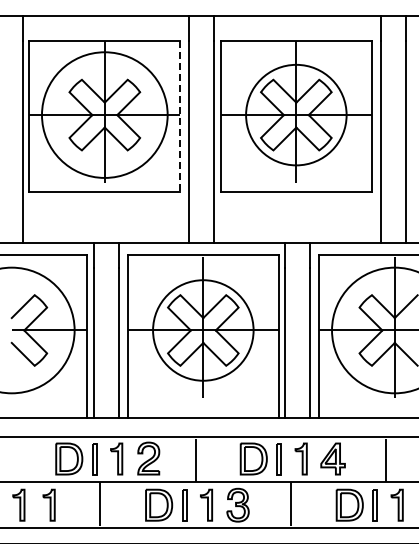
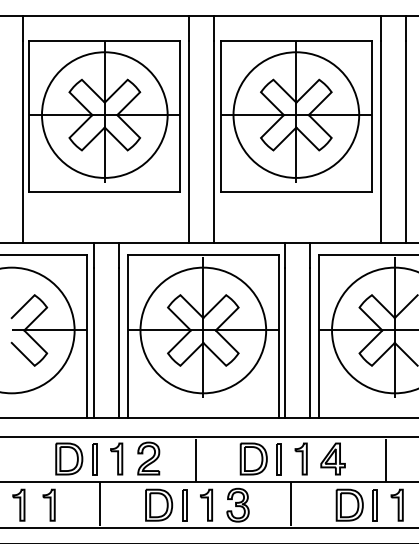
circle at (296, 114) diameter: 101 px -> 126 px
line at (180, 117): dashed -> solid
circle at (203, 330) diameter: 101 px -> 126 px
